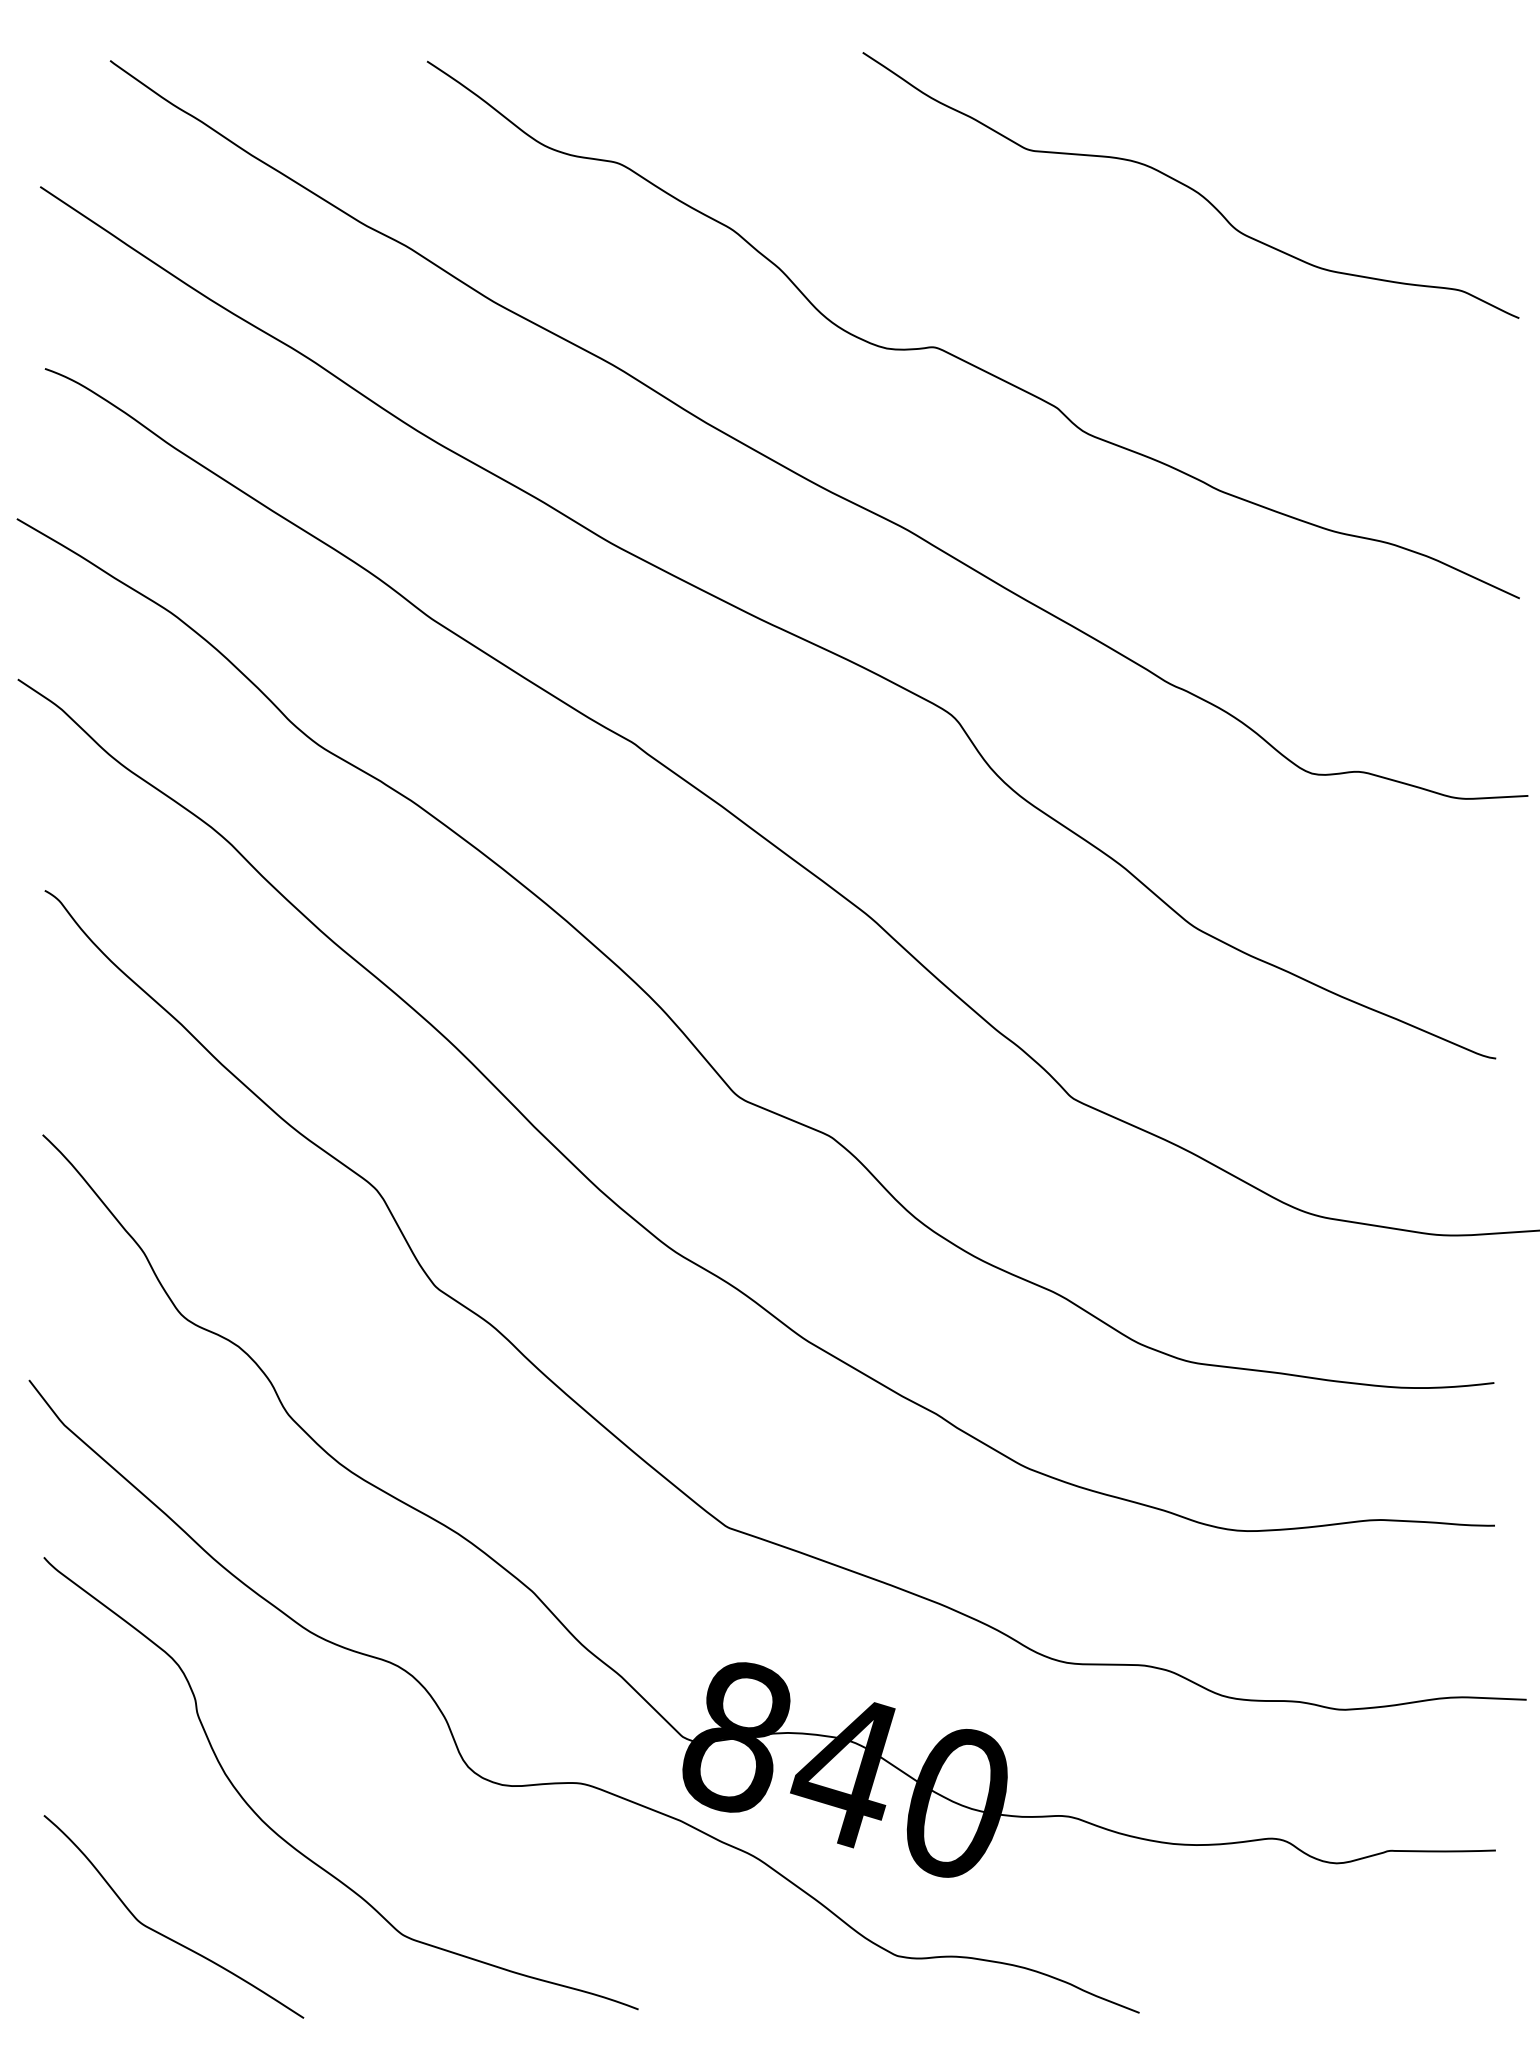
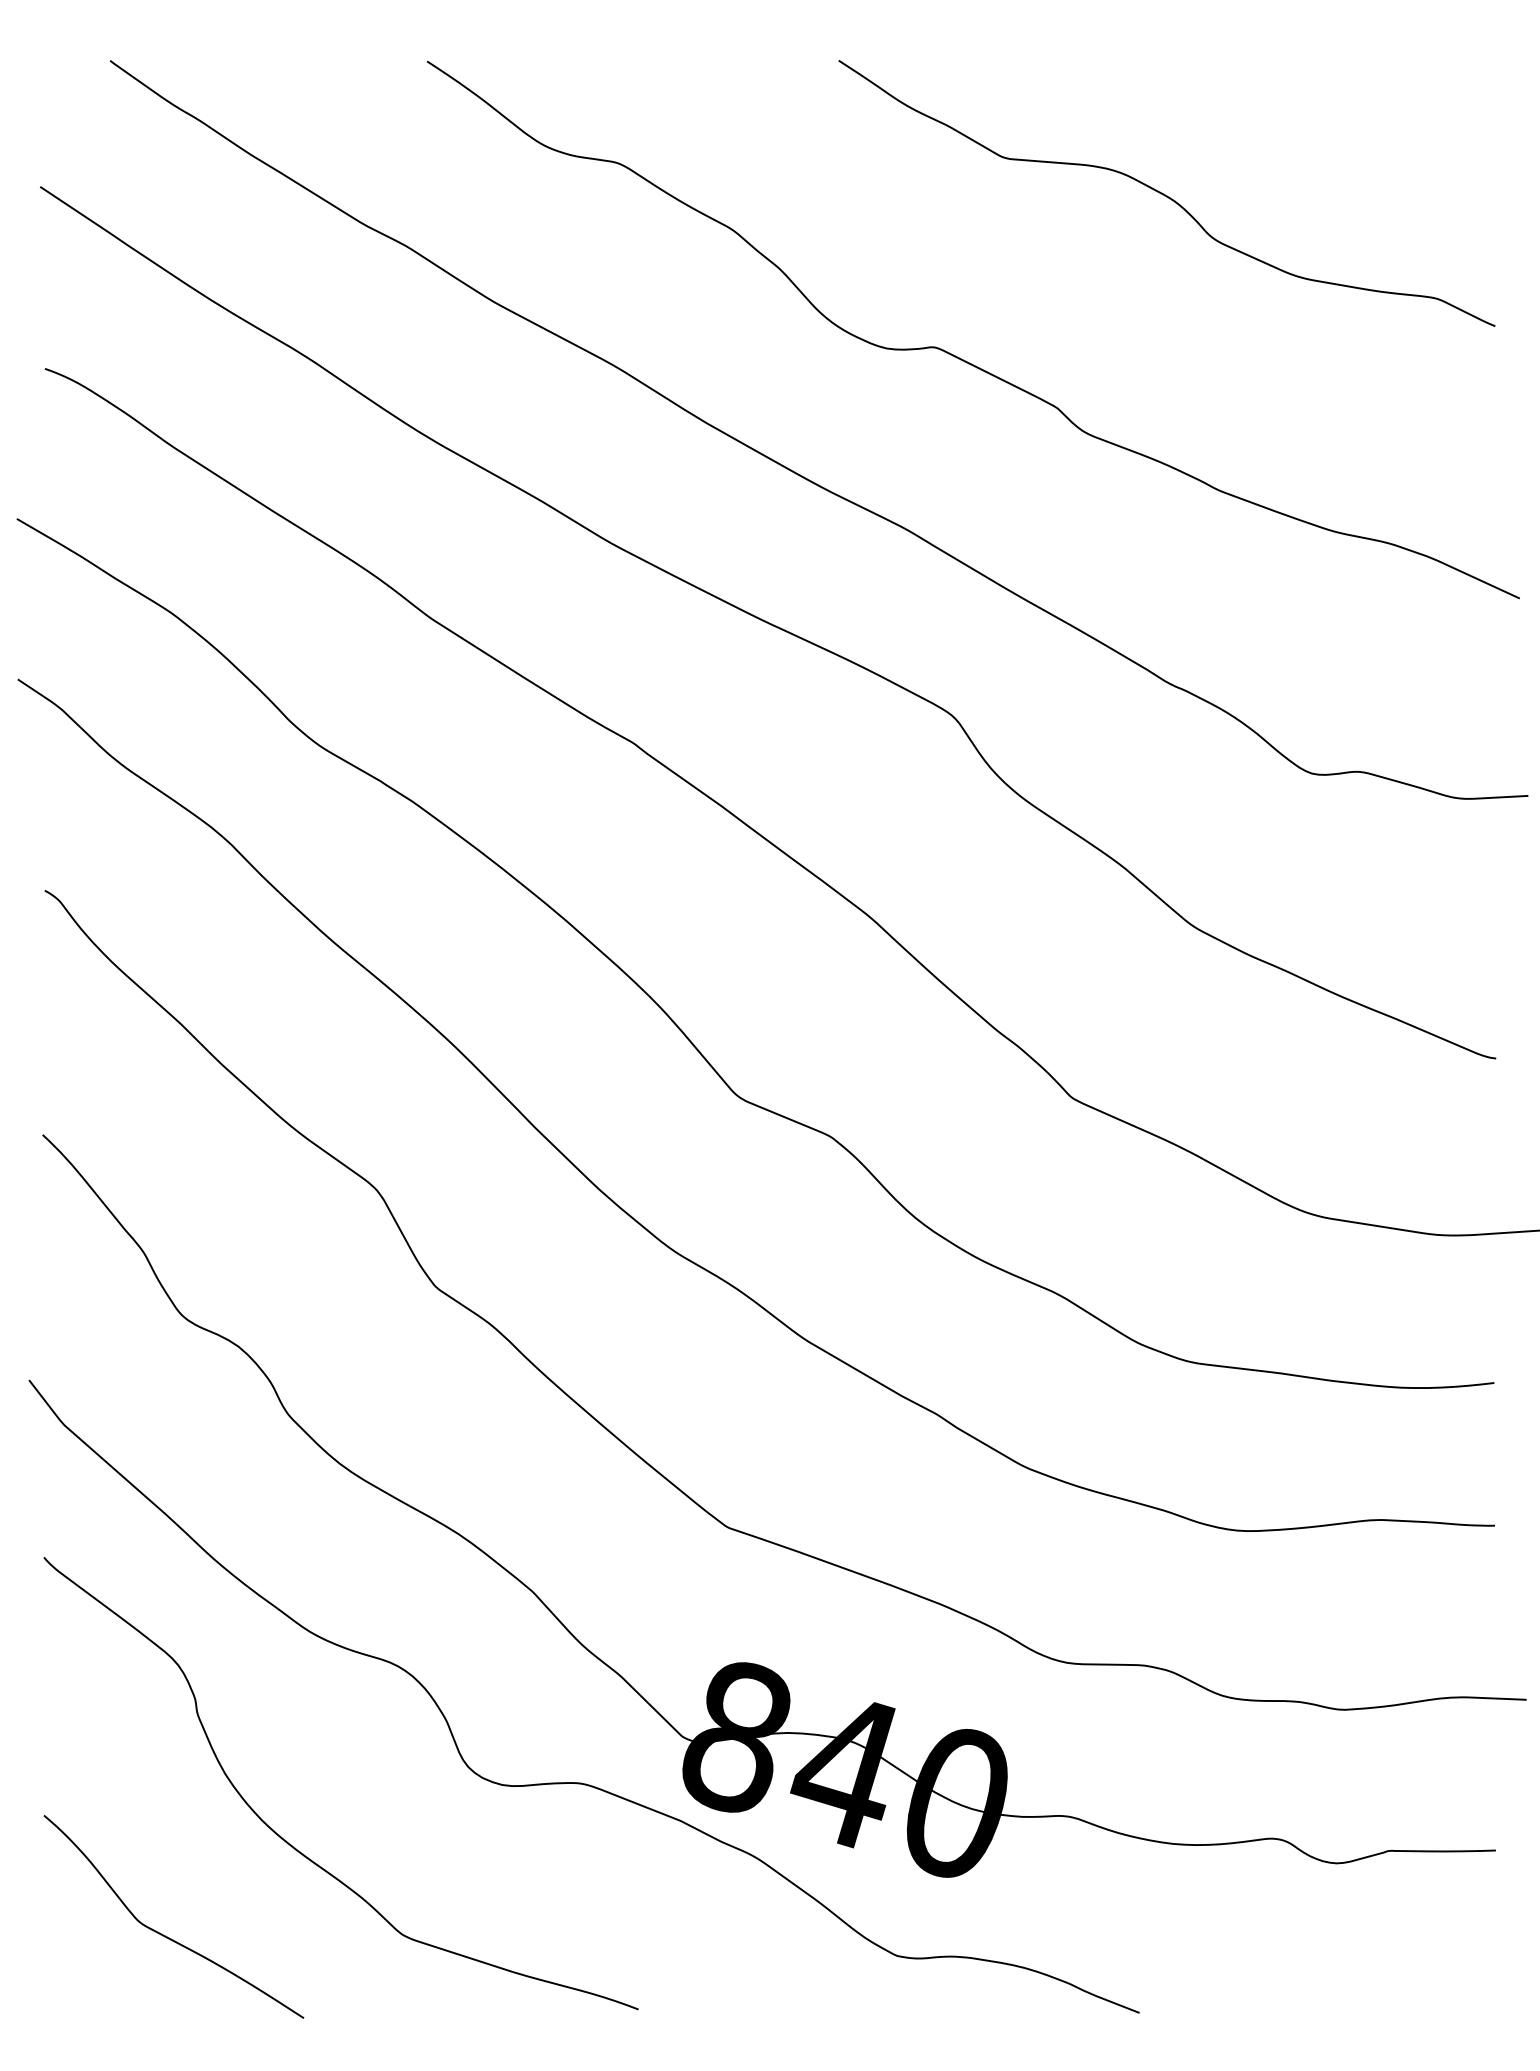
curve at (1189, 186) position: (1189, 186) -> (1165, 194)
